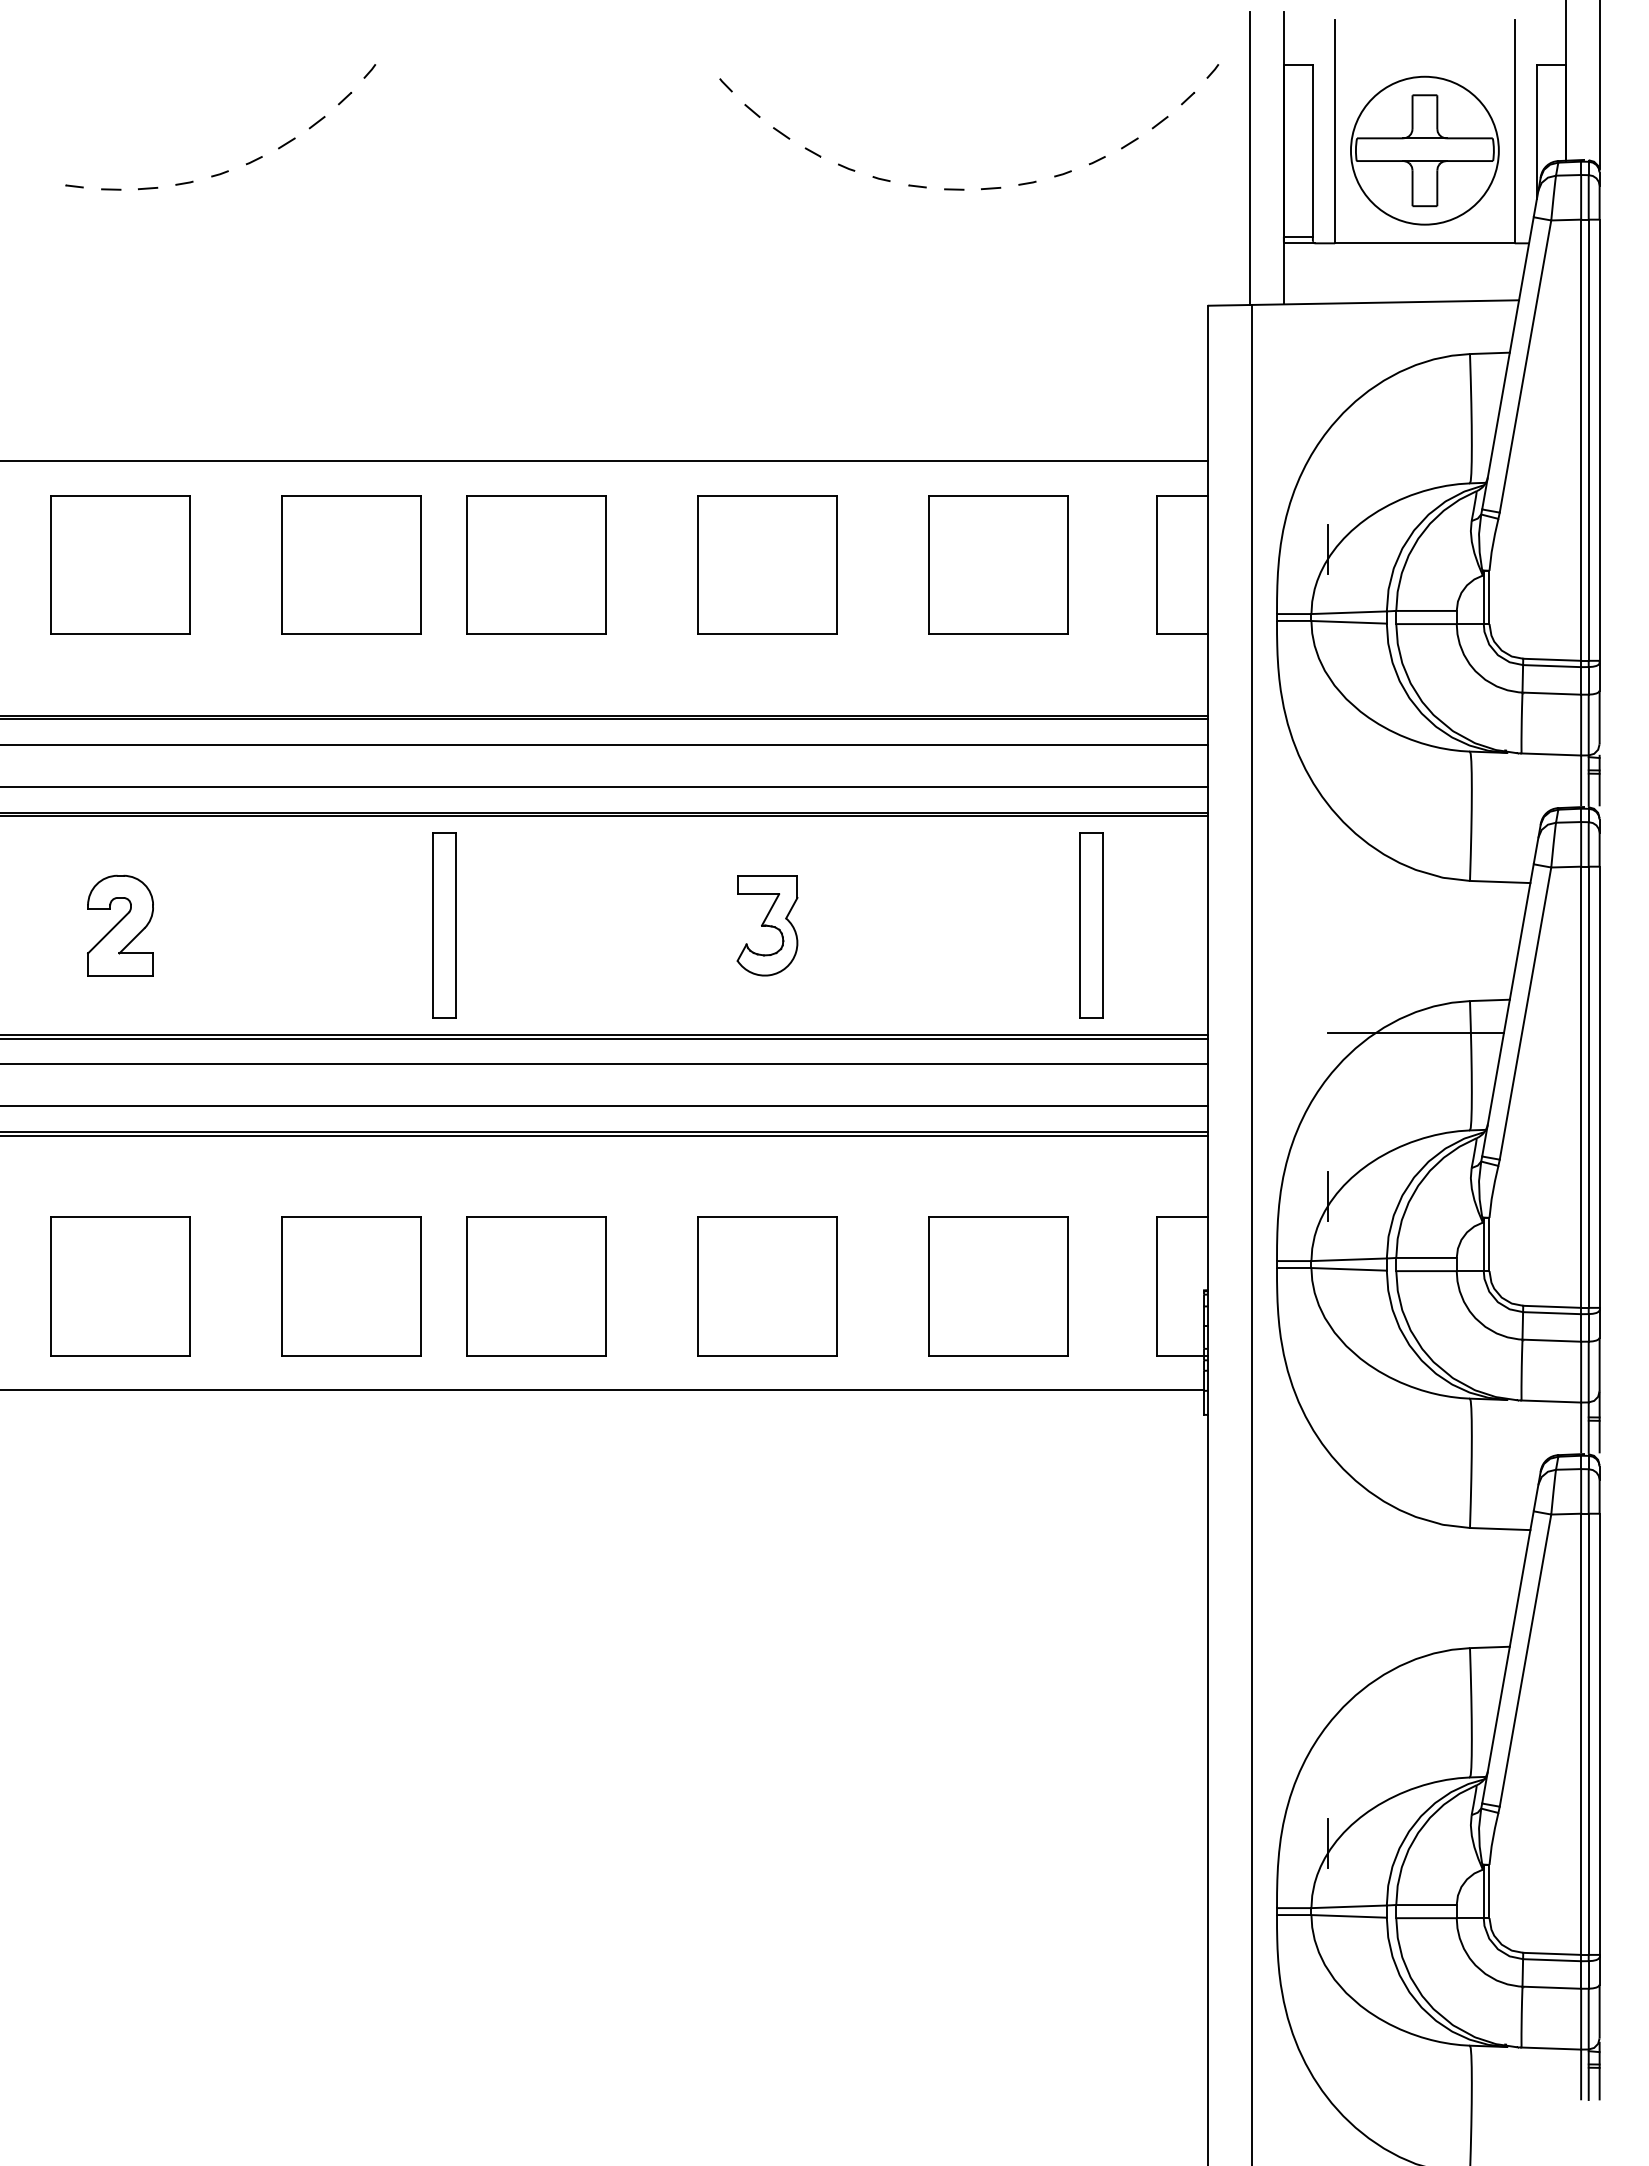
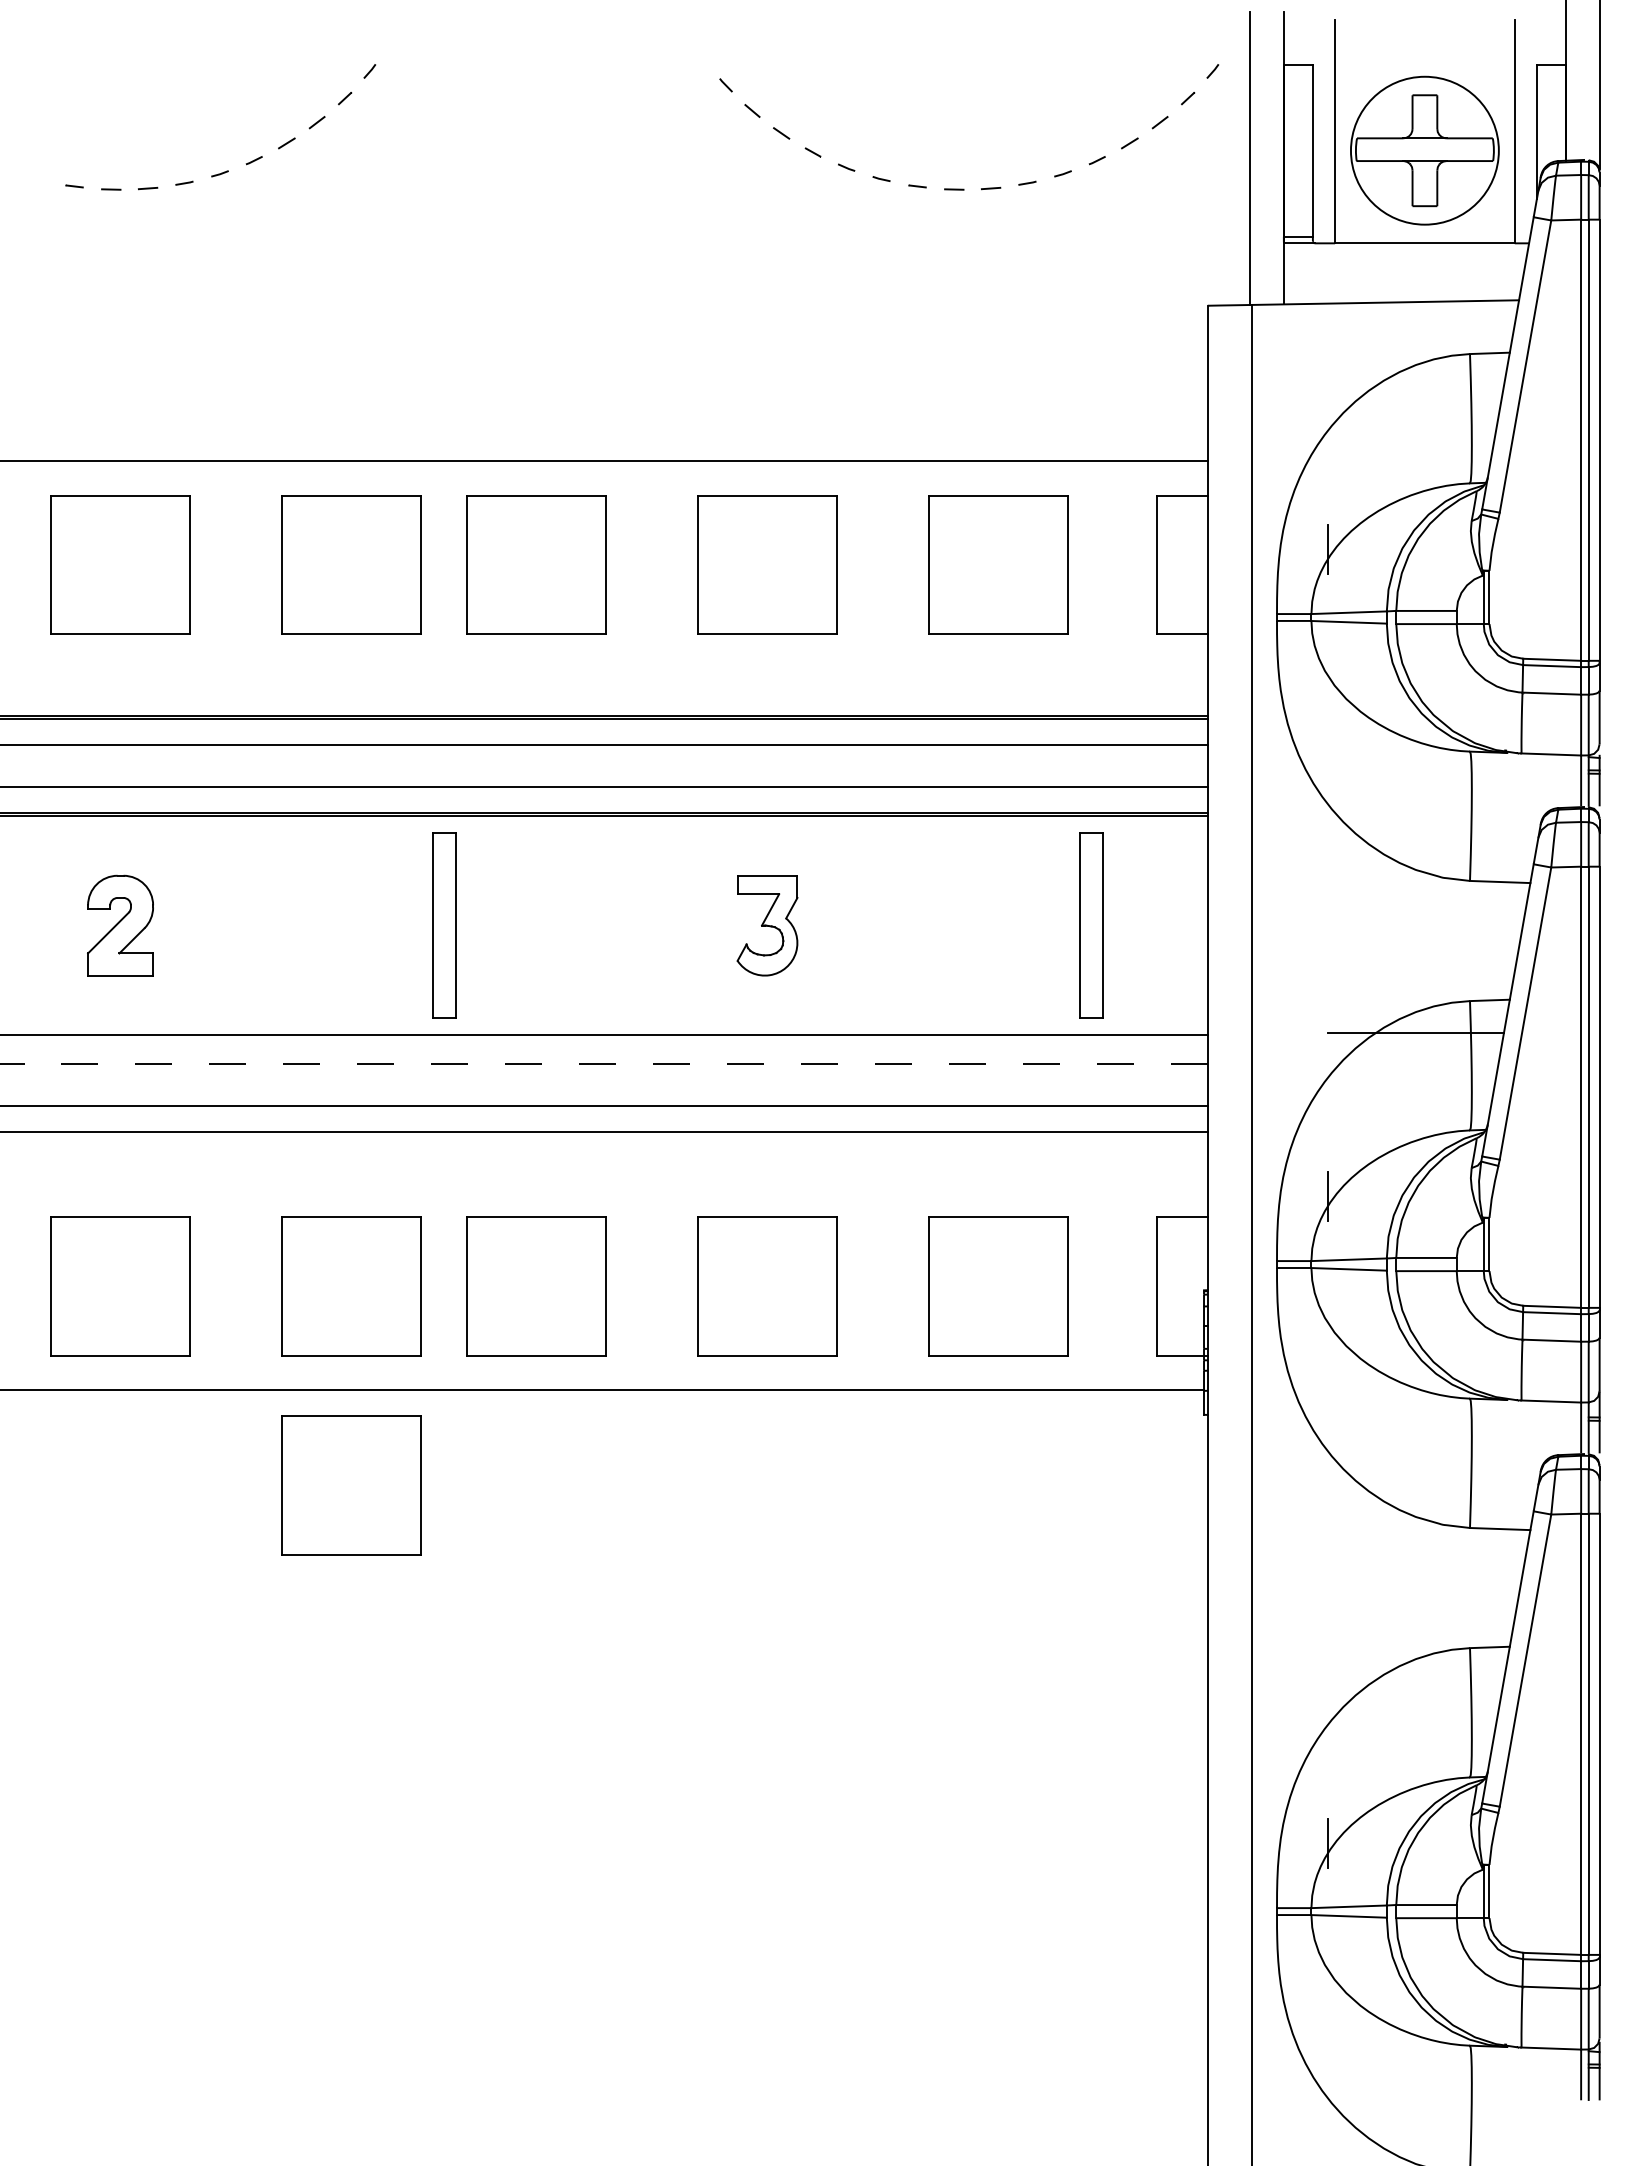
line at (604, 1038): present -> none
line at (603, 1064): solid -> dashed
line at (604, 1135): present -> none
part at (351, 1485): none -> present
